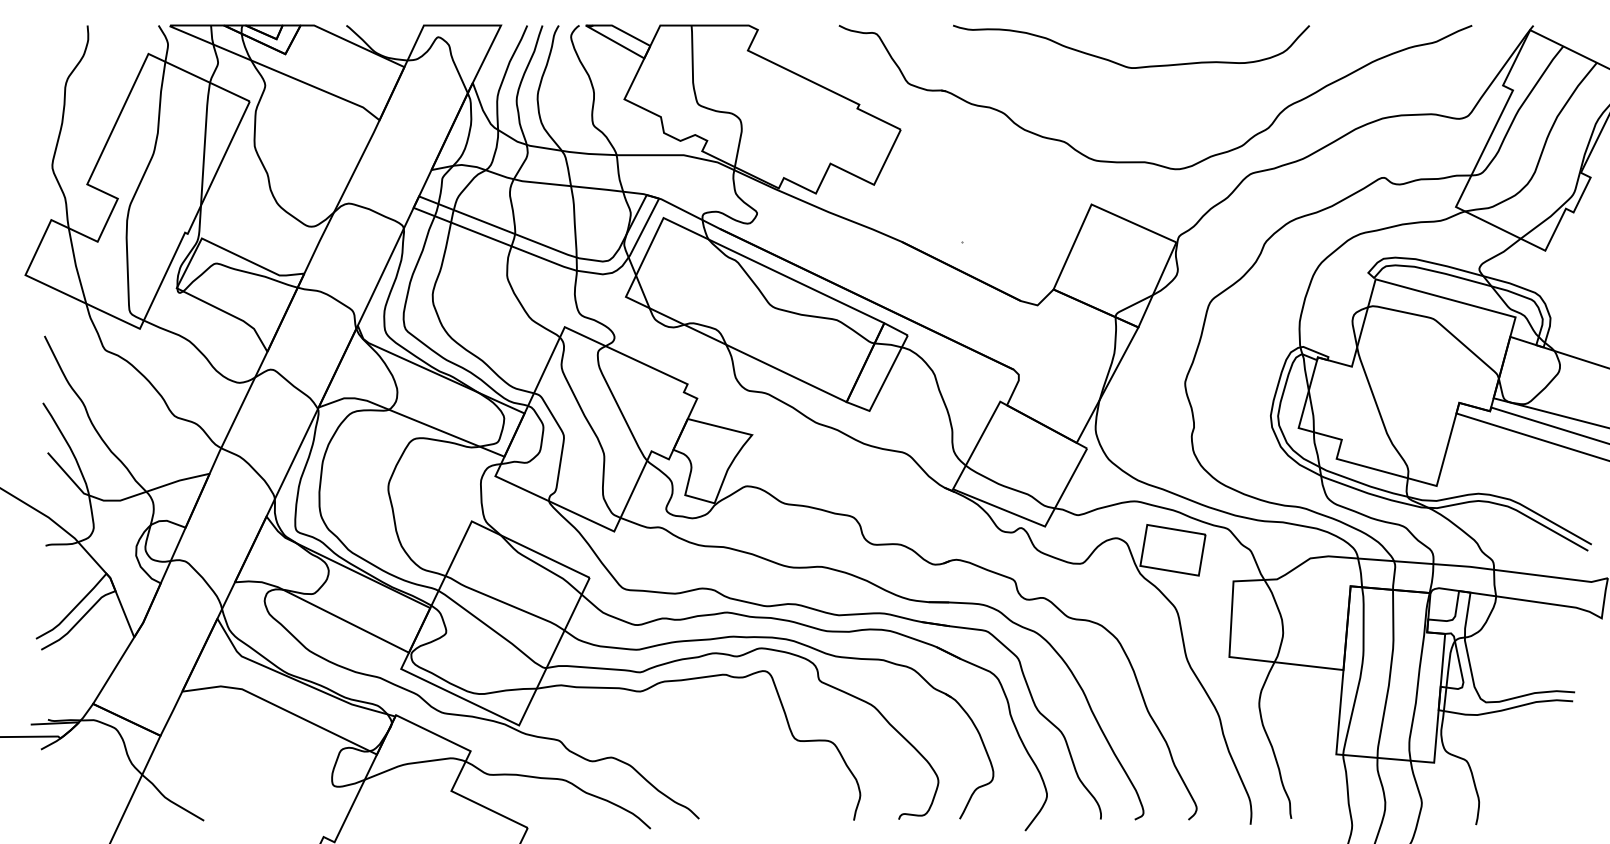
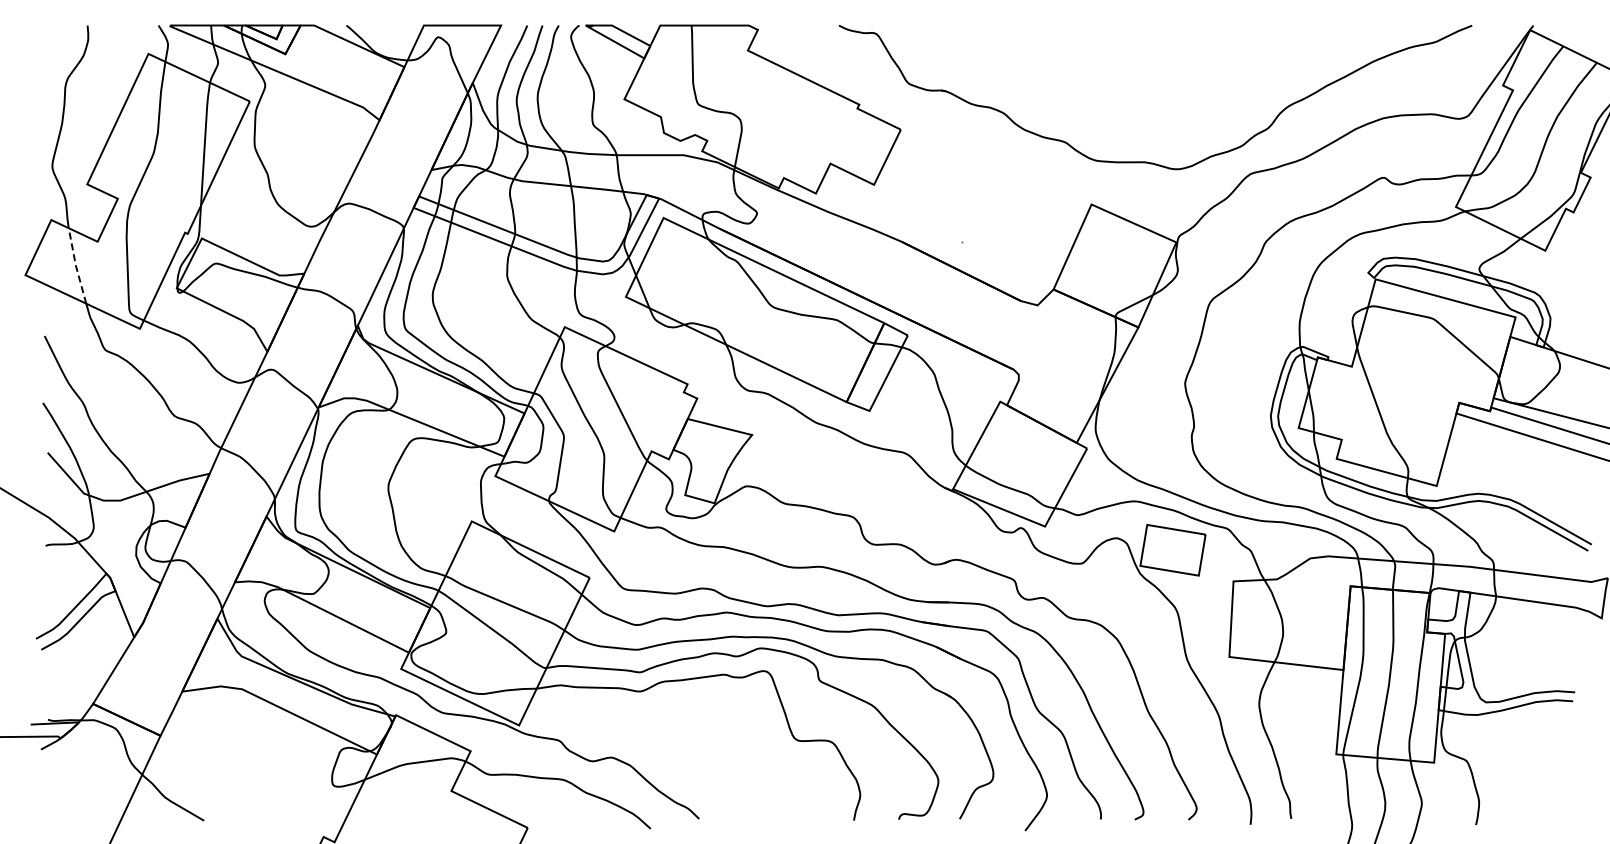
curve at (1125, 65): present -> none
line at (75, 265): solid -> dashed
